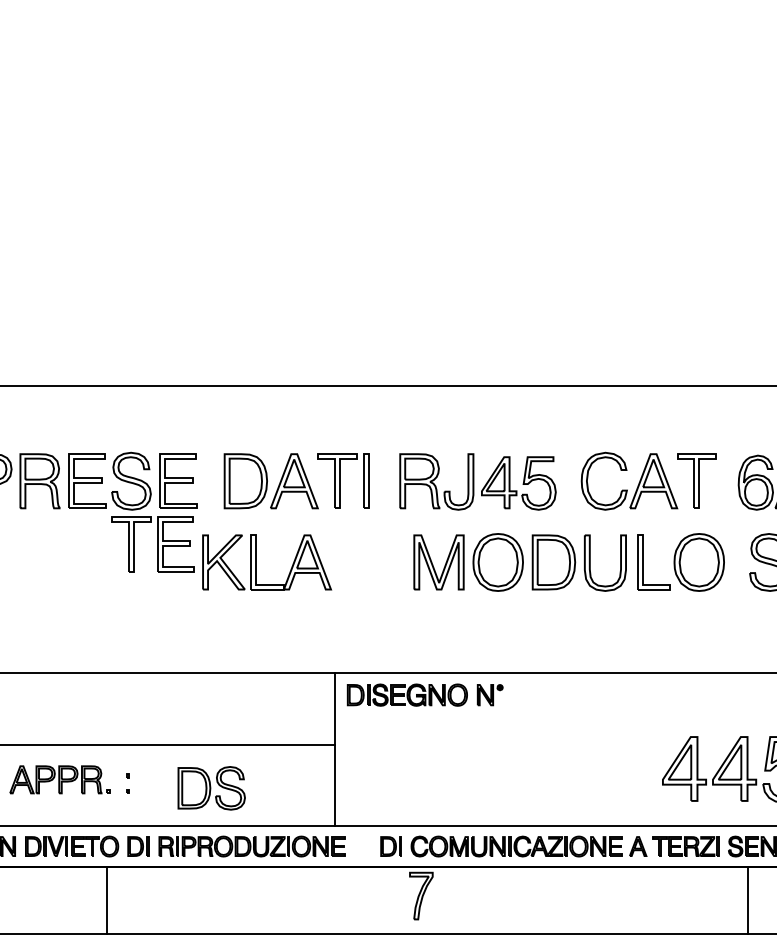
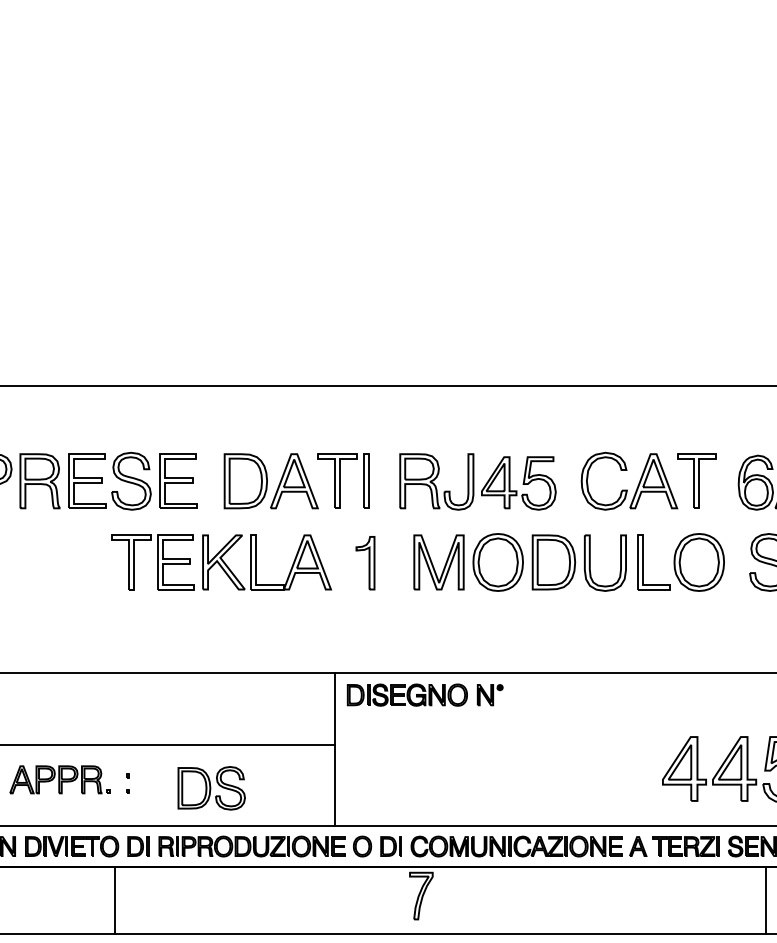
part at (152, 544) position: (152, 544) -> (152, 562)
part at (365, 563): none -> present
part at (362, 846): none -> present
line at (106, 900) position: (106, 900) -> (114, 900)
line at (748, 900) position: (748, 900) -> (766, 900)
